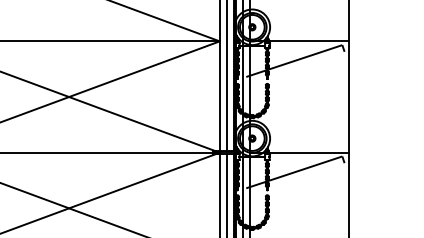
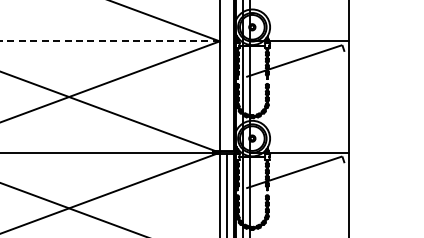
line at (110, 41): solid -> dashed
line at (226, 76): present -> none
